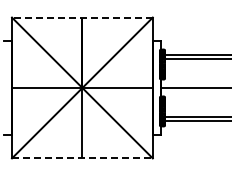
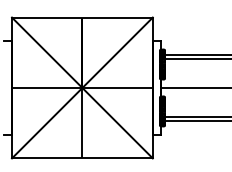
line at (81, 17): dashed -> solid
line at (82, 158): dashed -> solid
